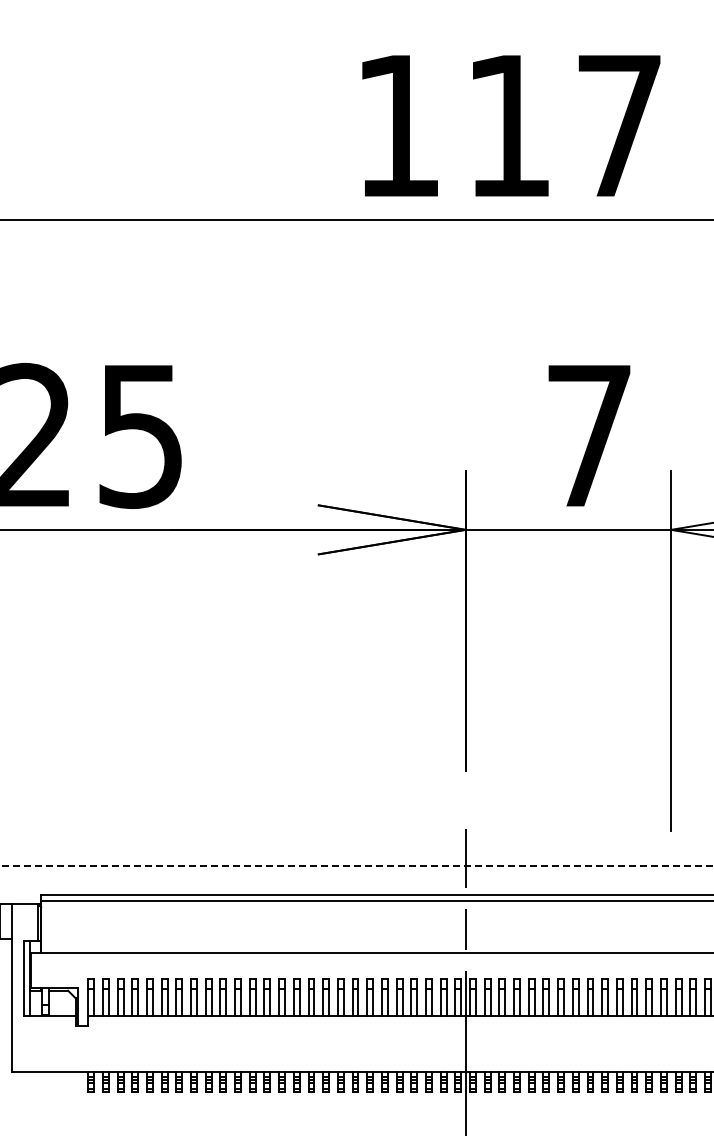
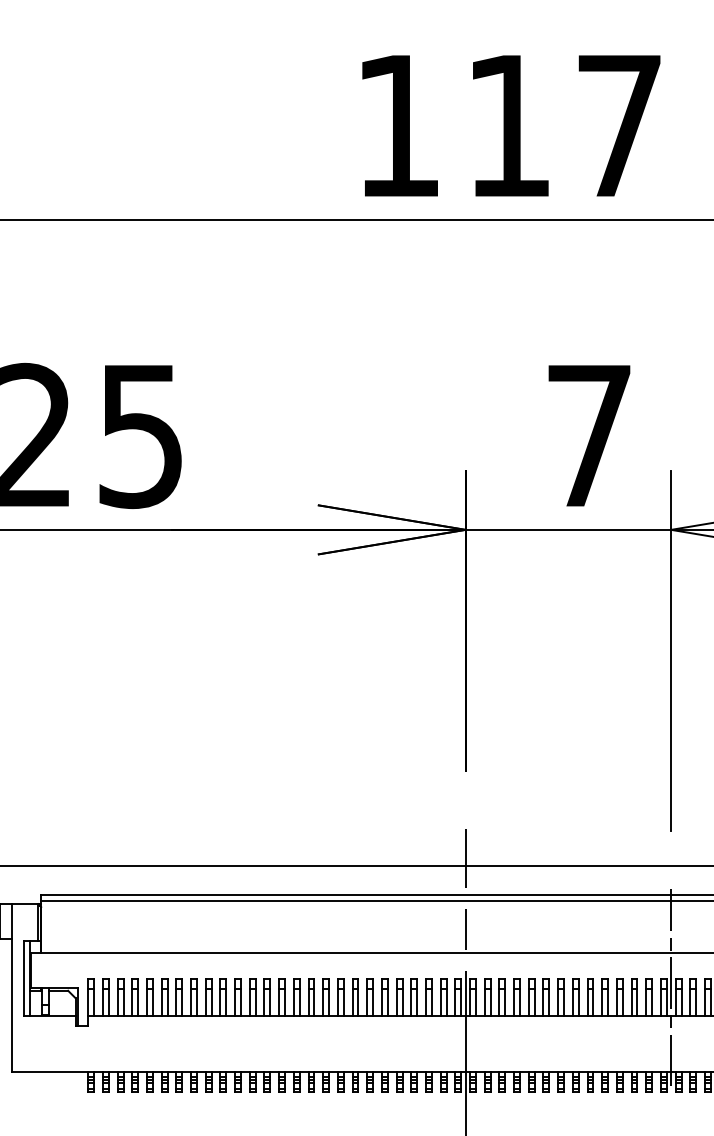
line at (357, 865): dashed -> solid
line at (671, 987): none -> present
